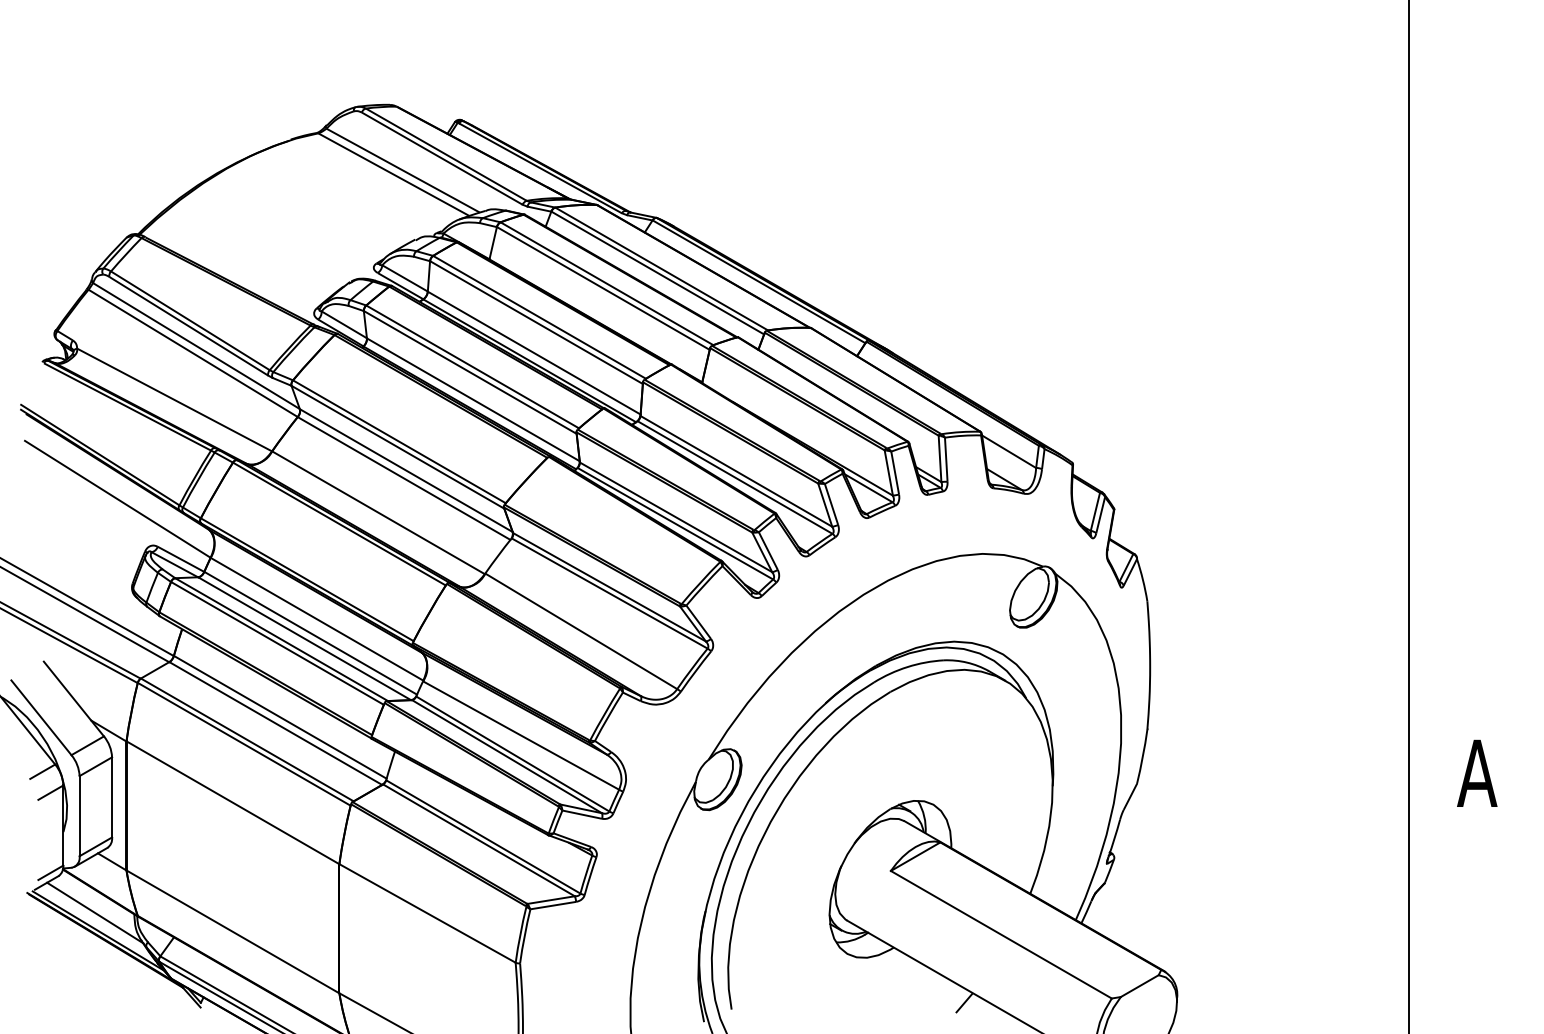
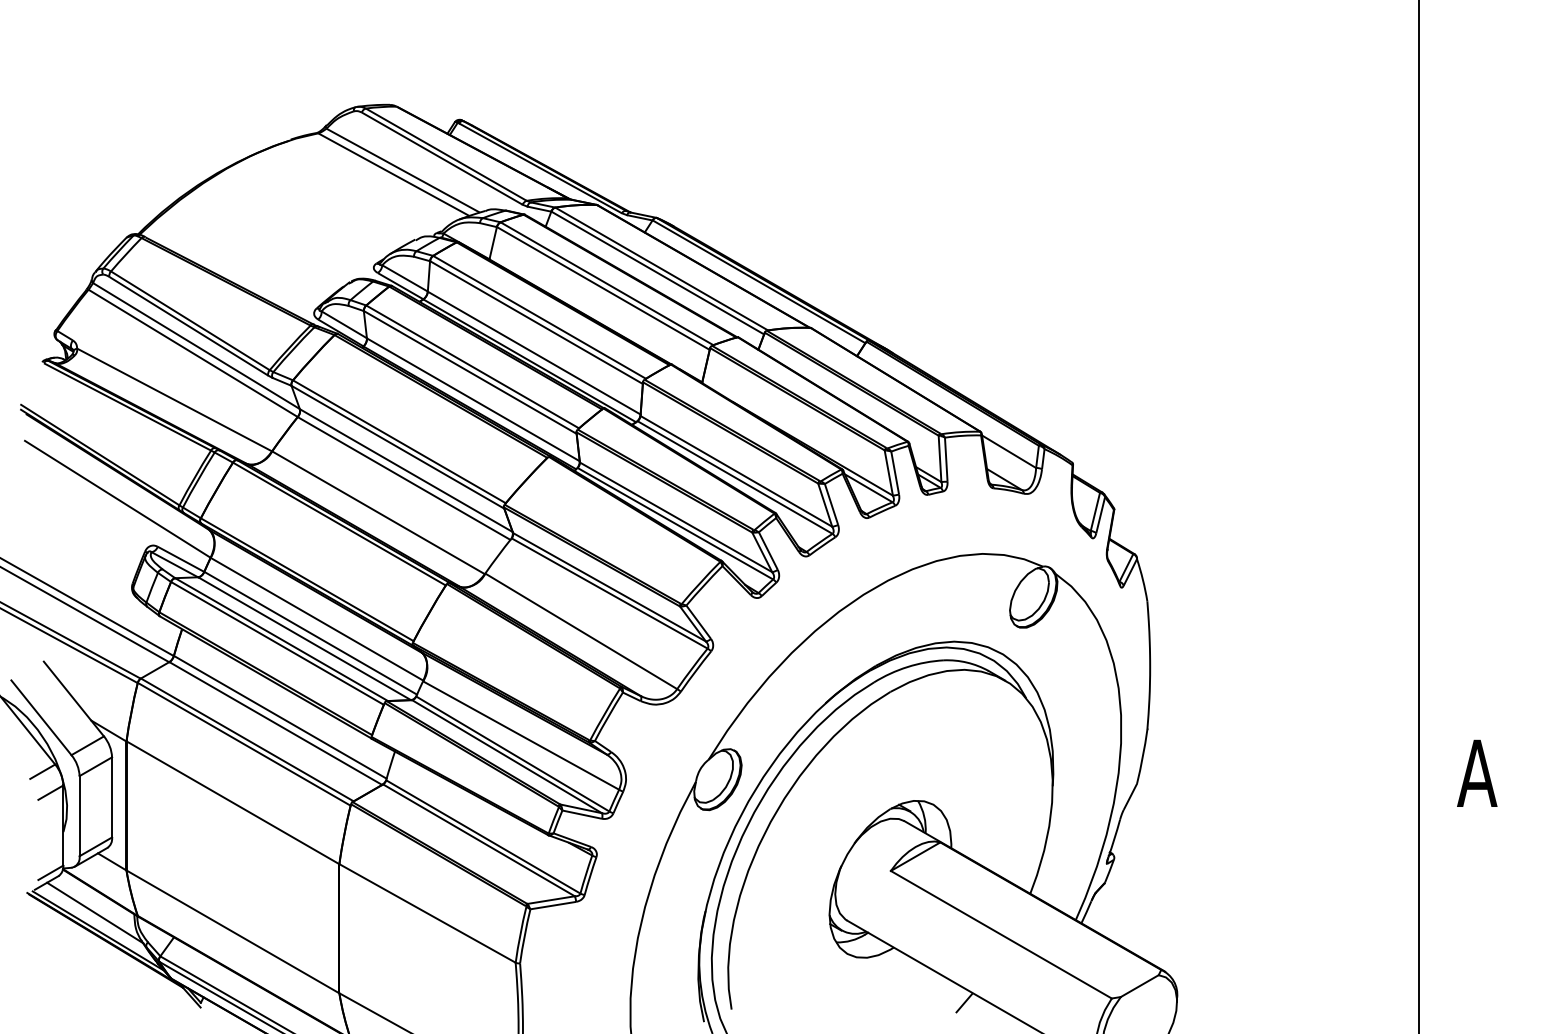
line at (1409, 516) position: (1409, 516) -> (1419, 516)
